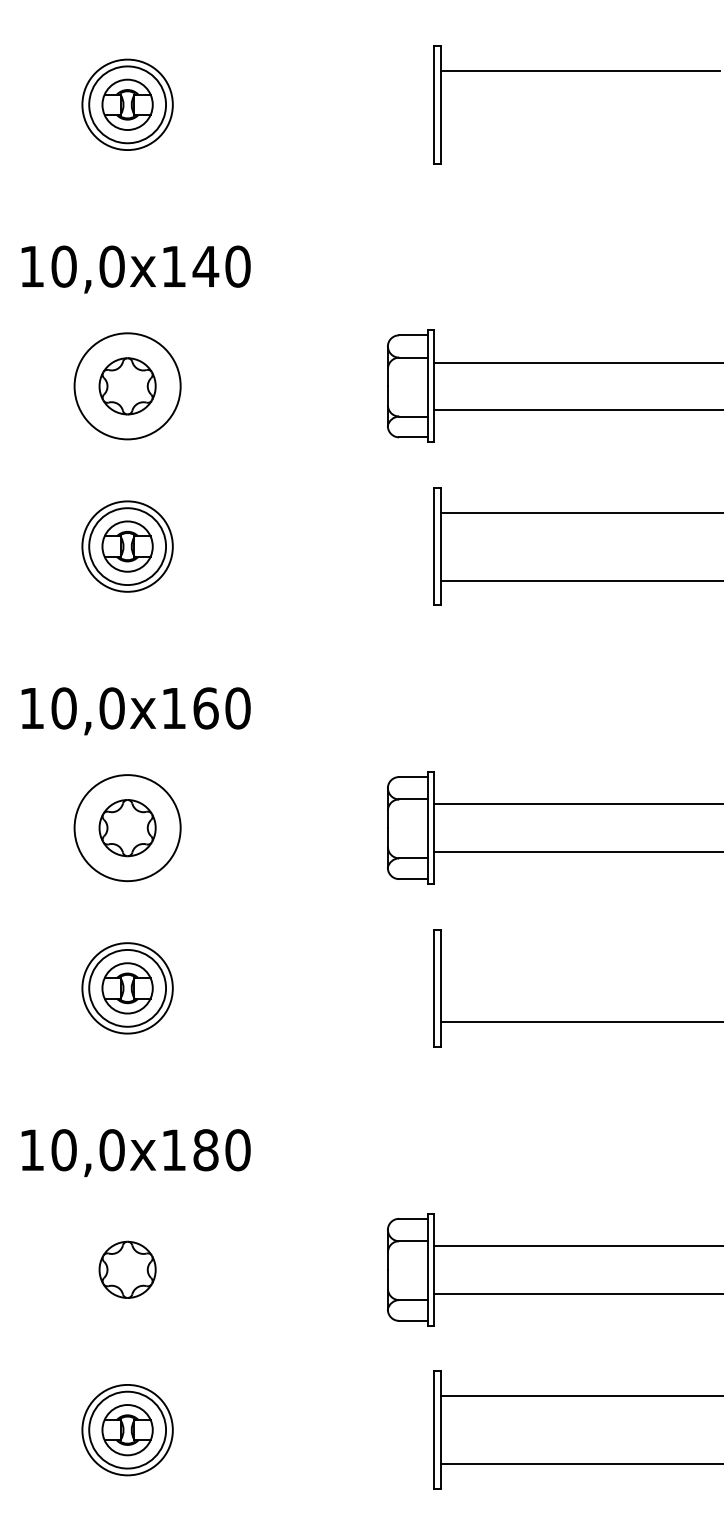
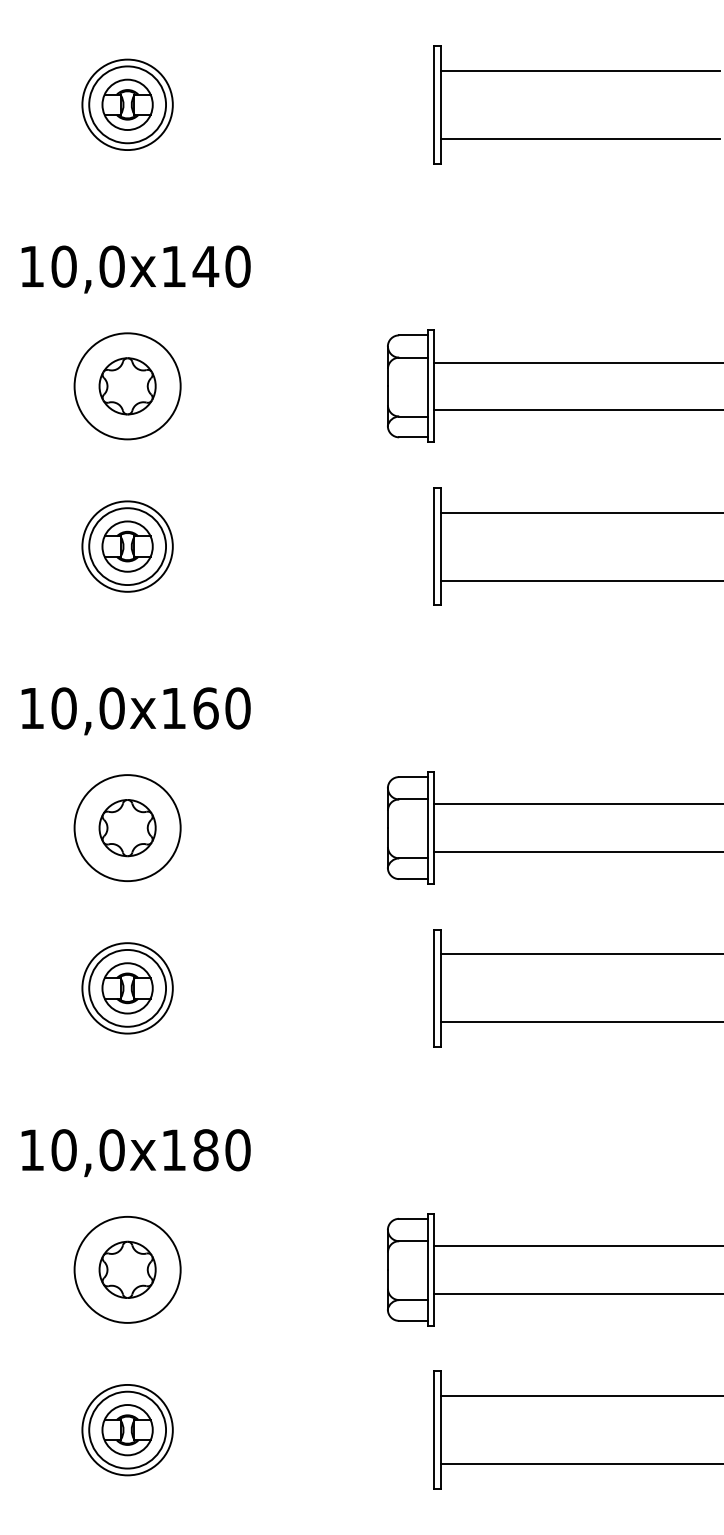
line at (580, 138): none -> present
line at (580, 954): none -> present
circle at (127, 1269): none -> present
